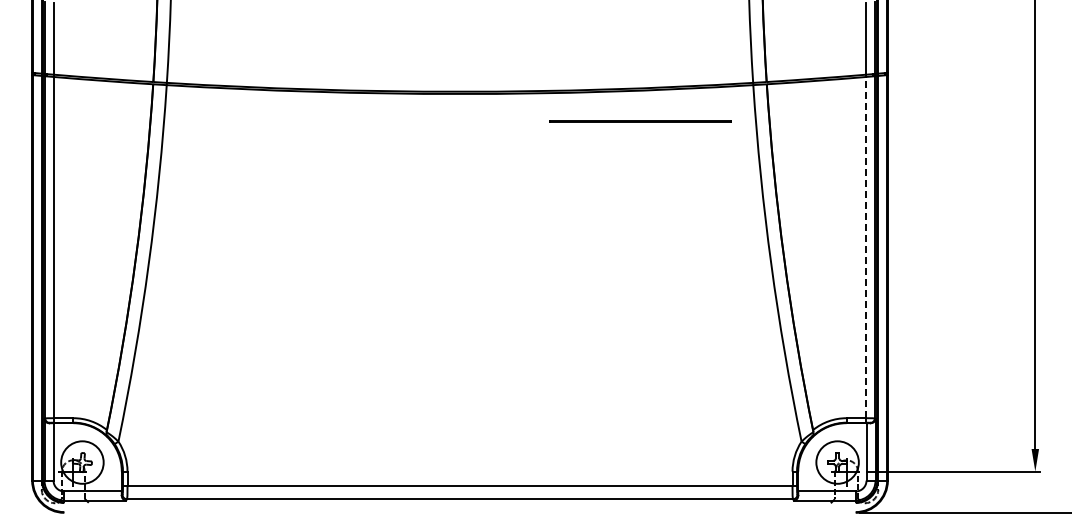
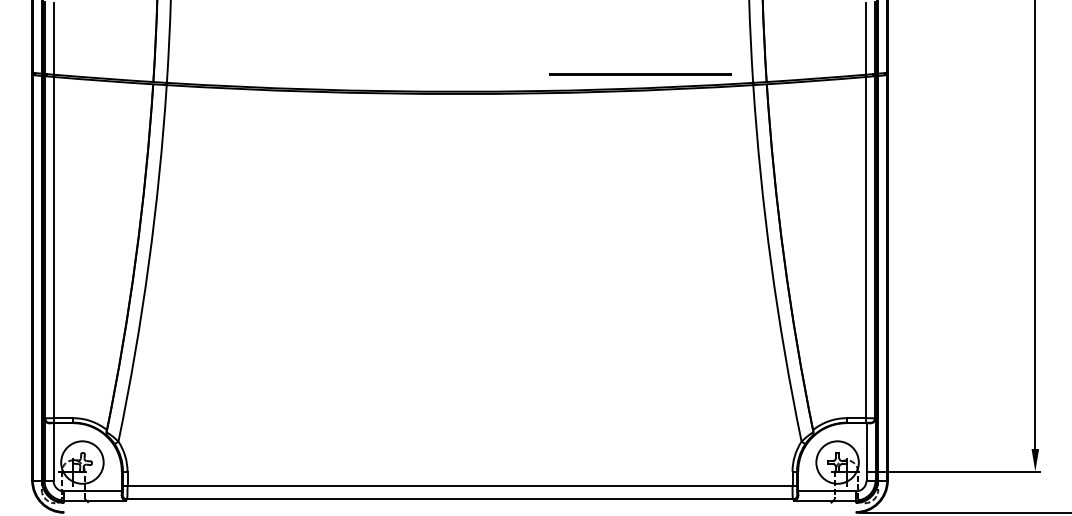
line at (640, 121) position: (640, 121) -> (640, 74)
line at (865, 247): dashed -> solid
